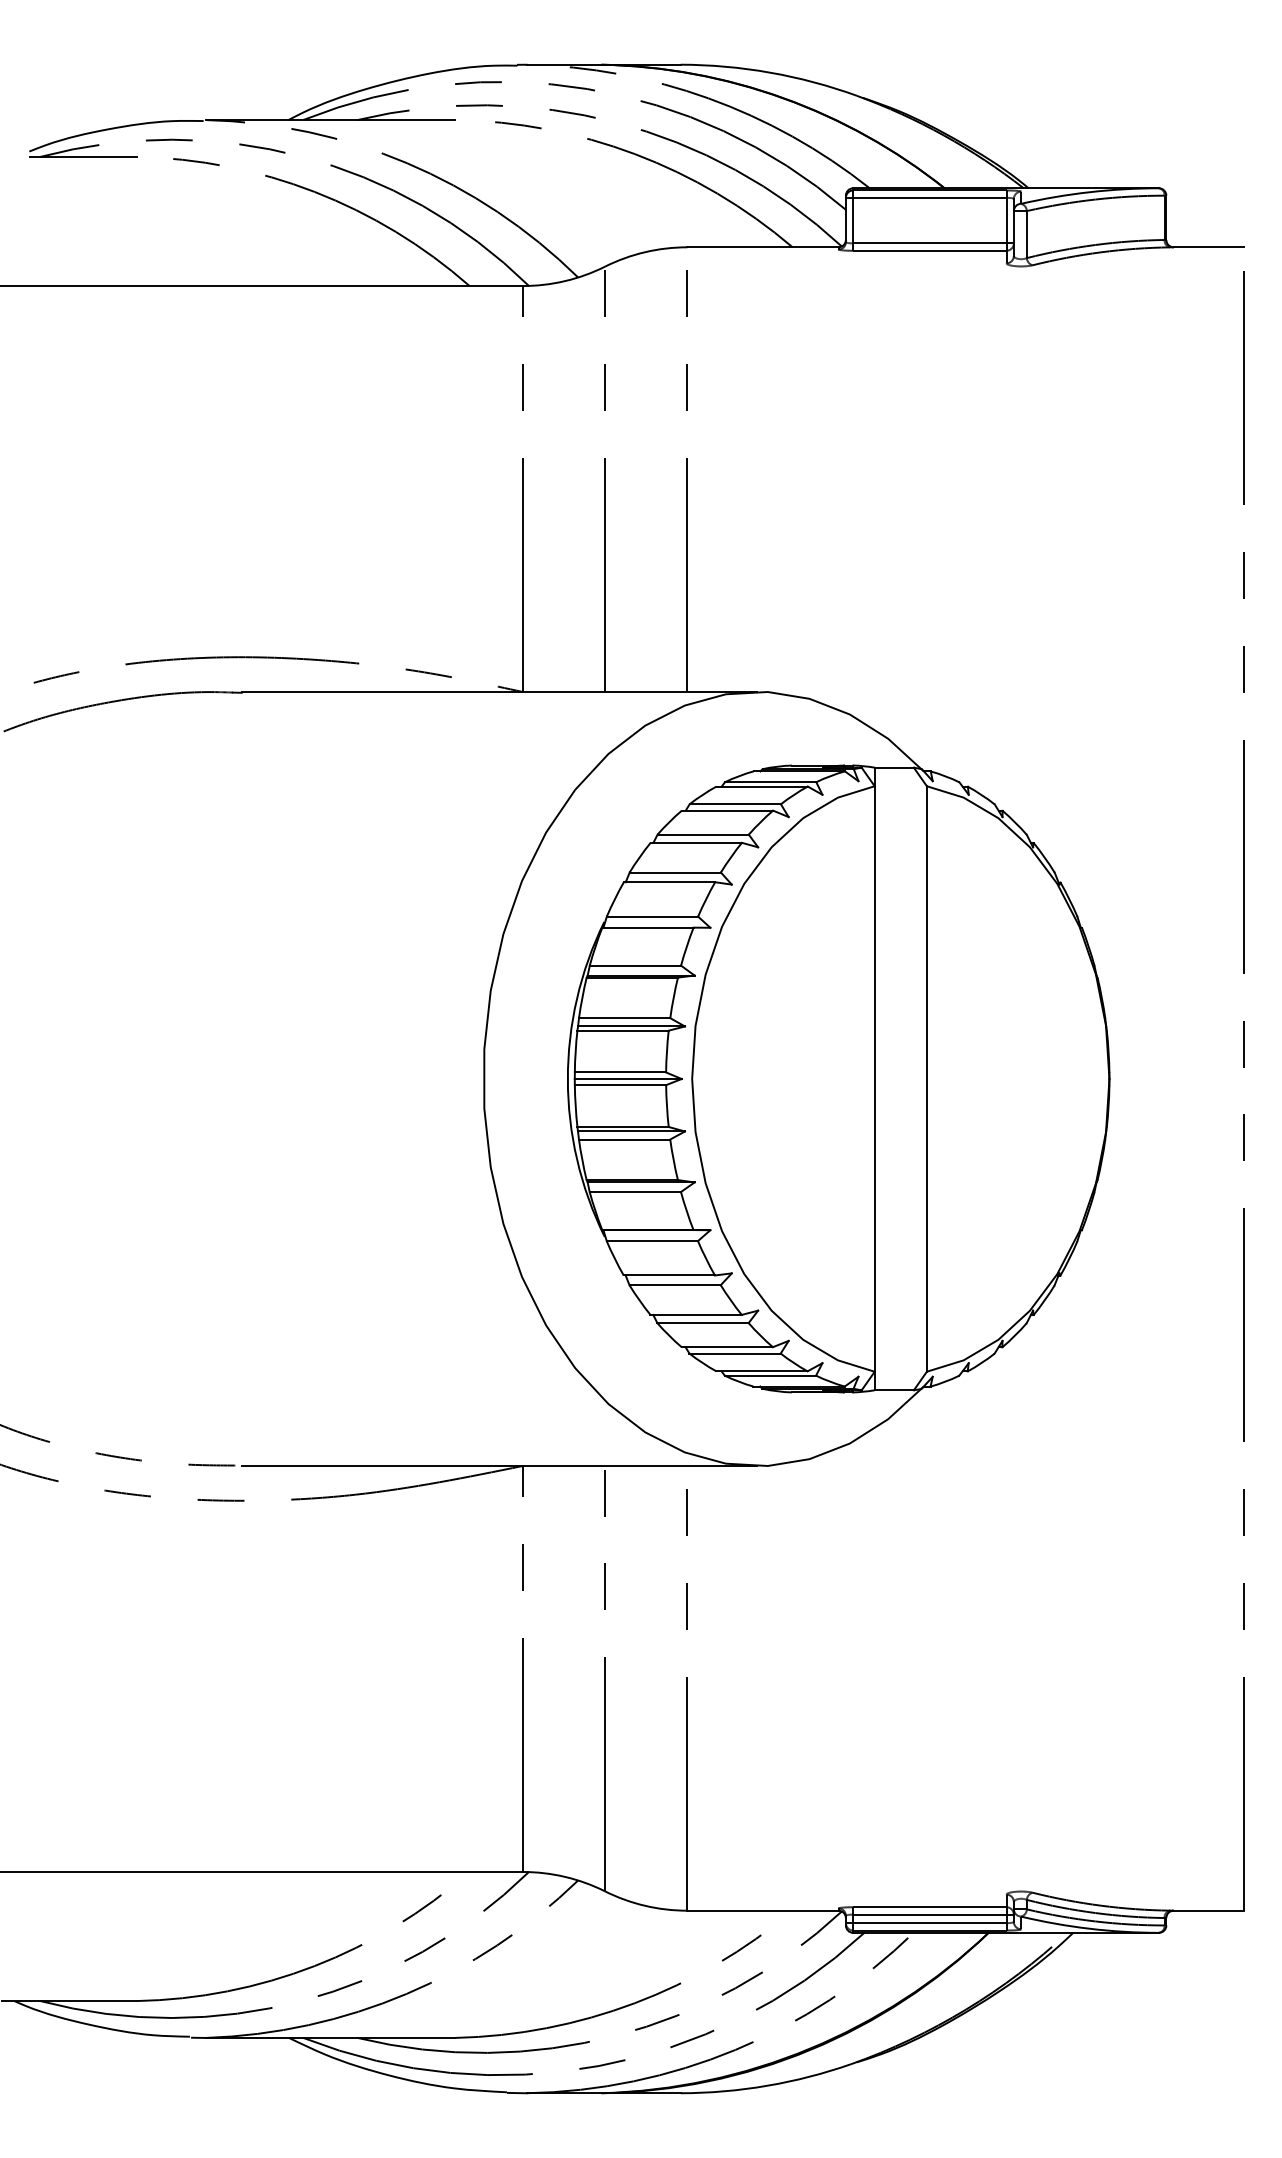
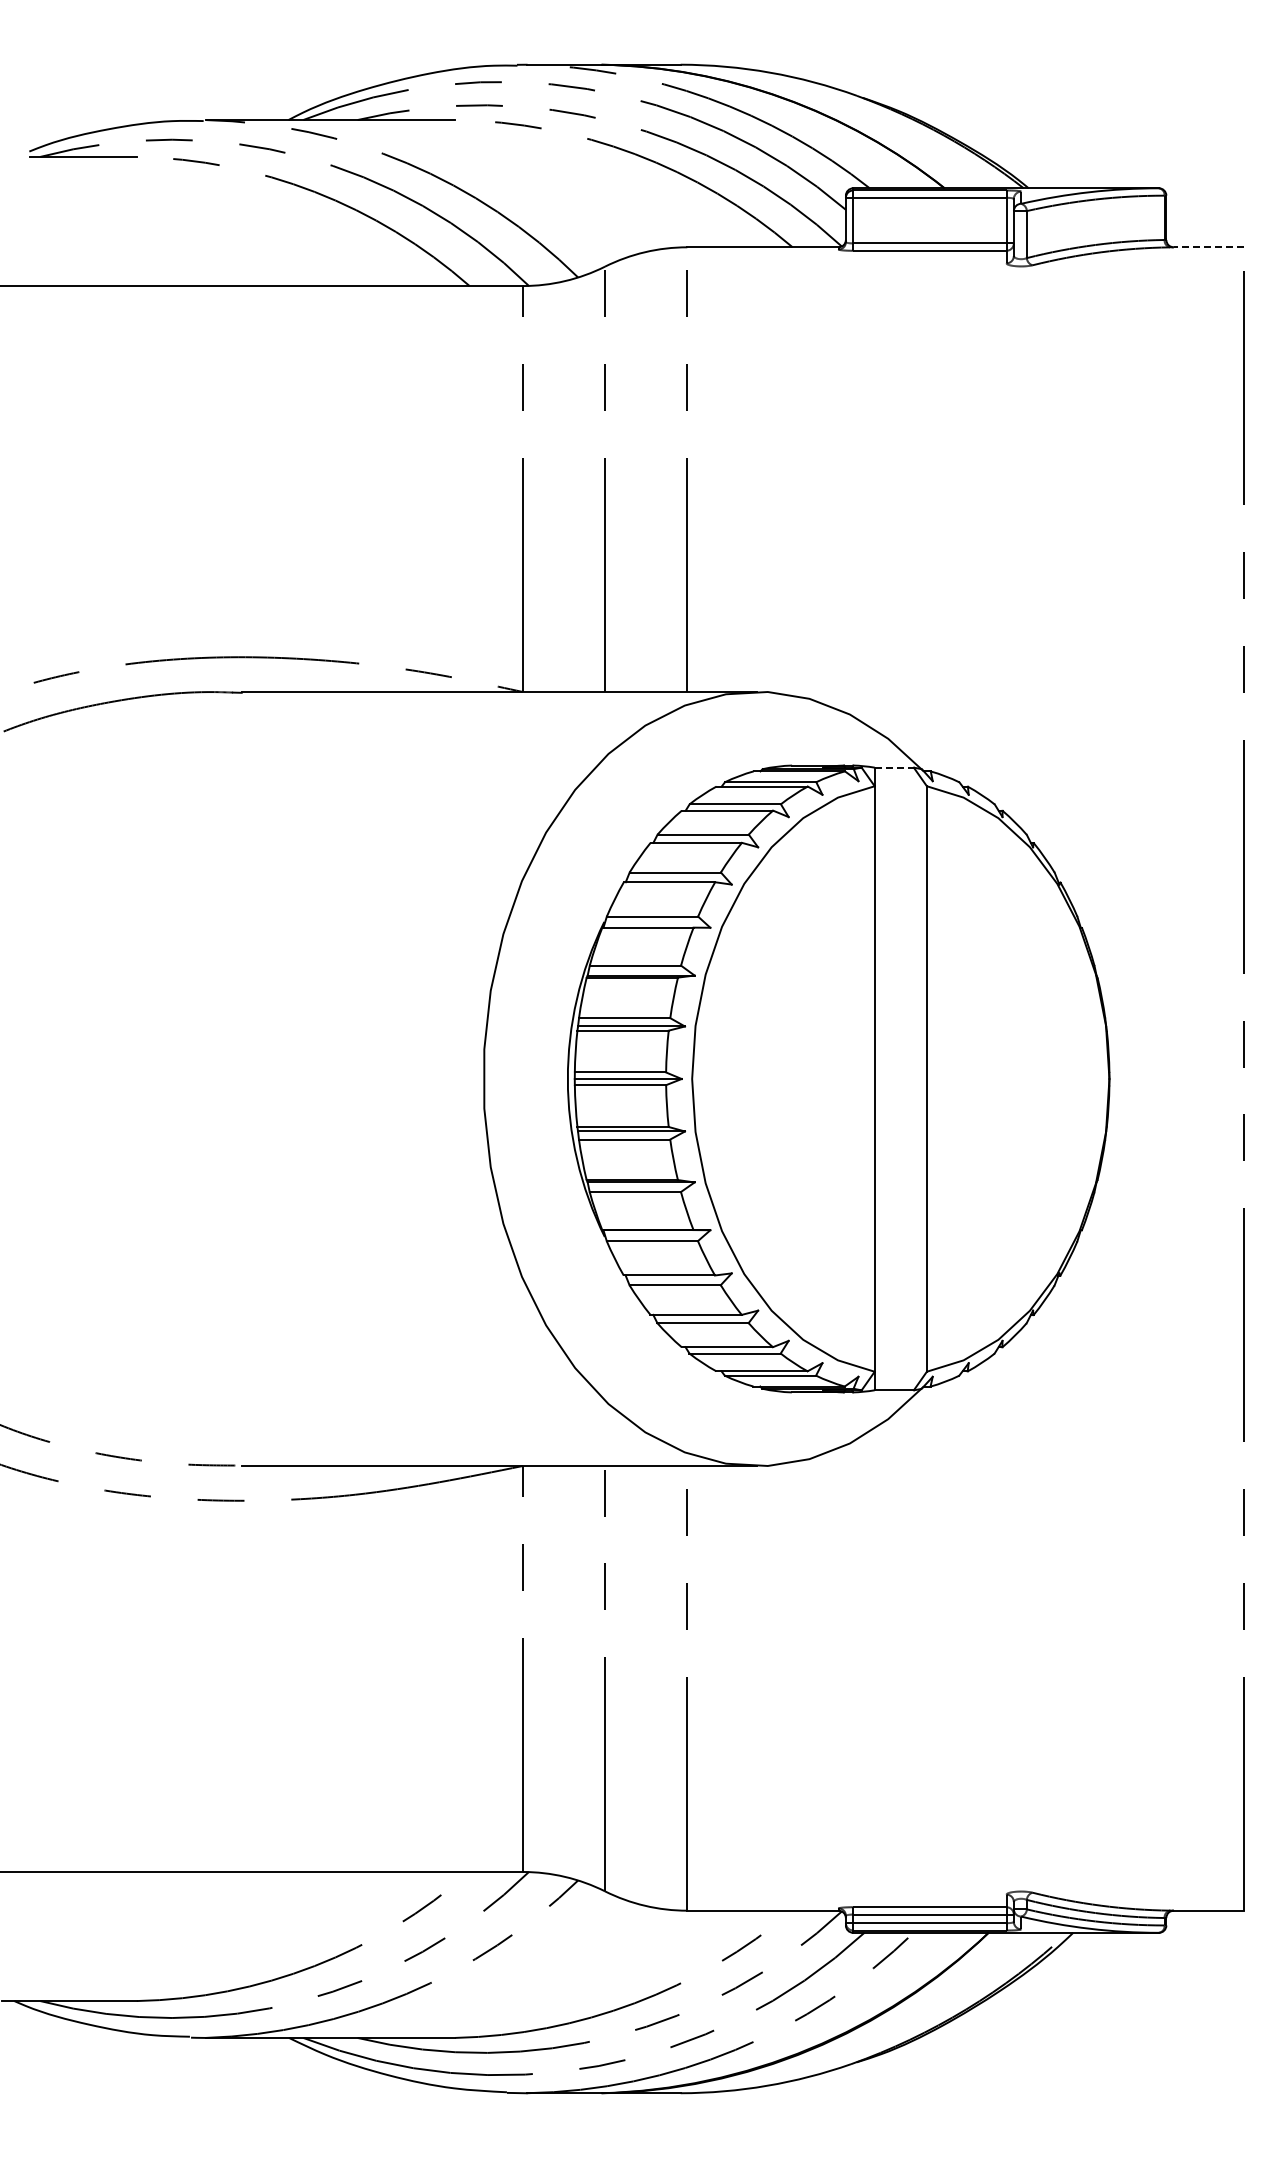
line at (1208, 247): solid -> dashed
line at (894, 767): solid -> dashed
